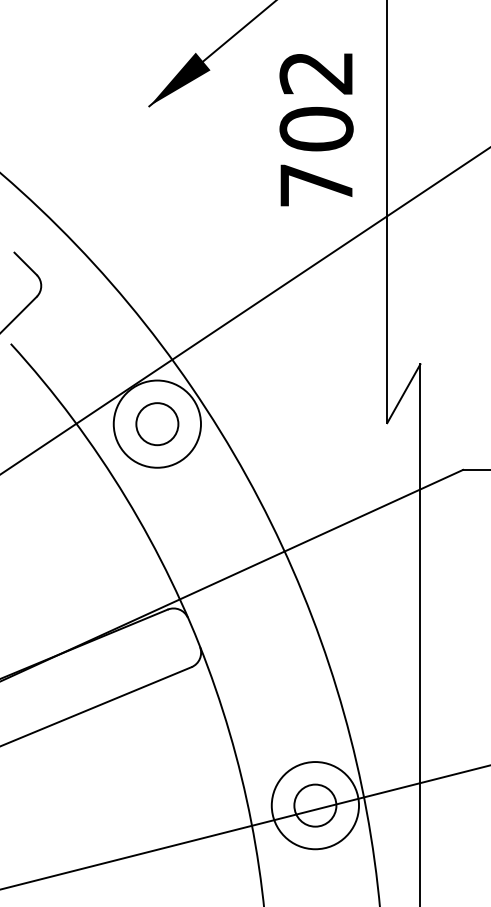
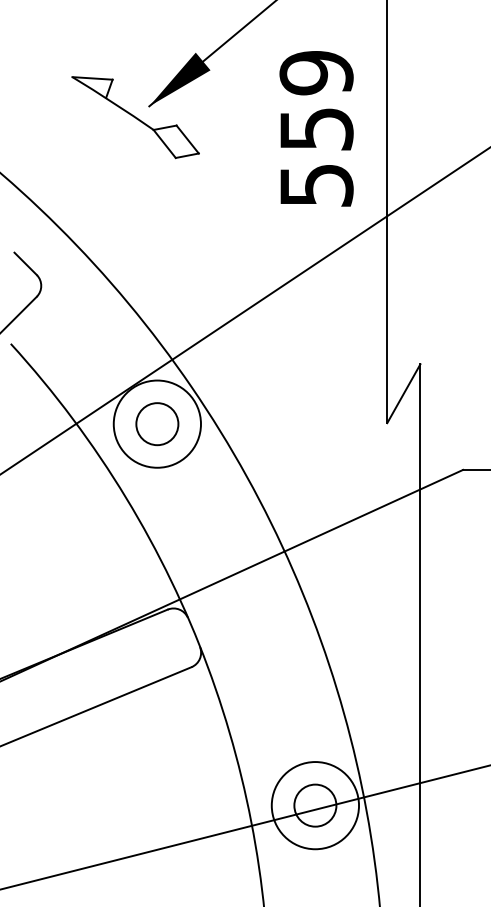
part at (135, 117): none -> present
text at (316, 128): 702 -> 559
